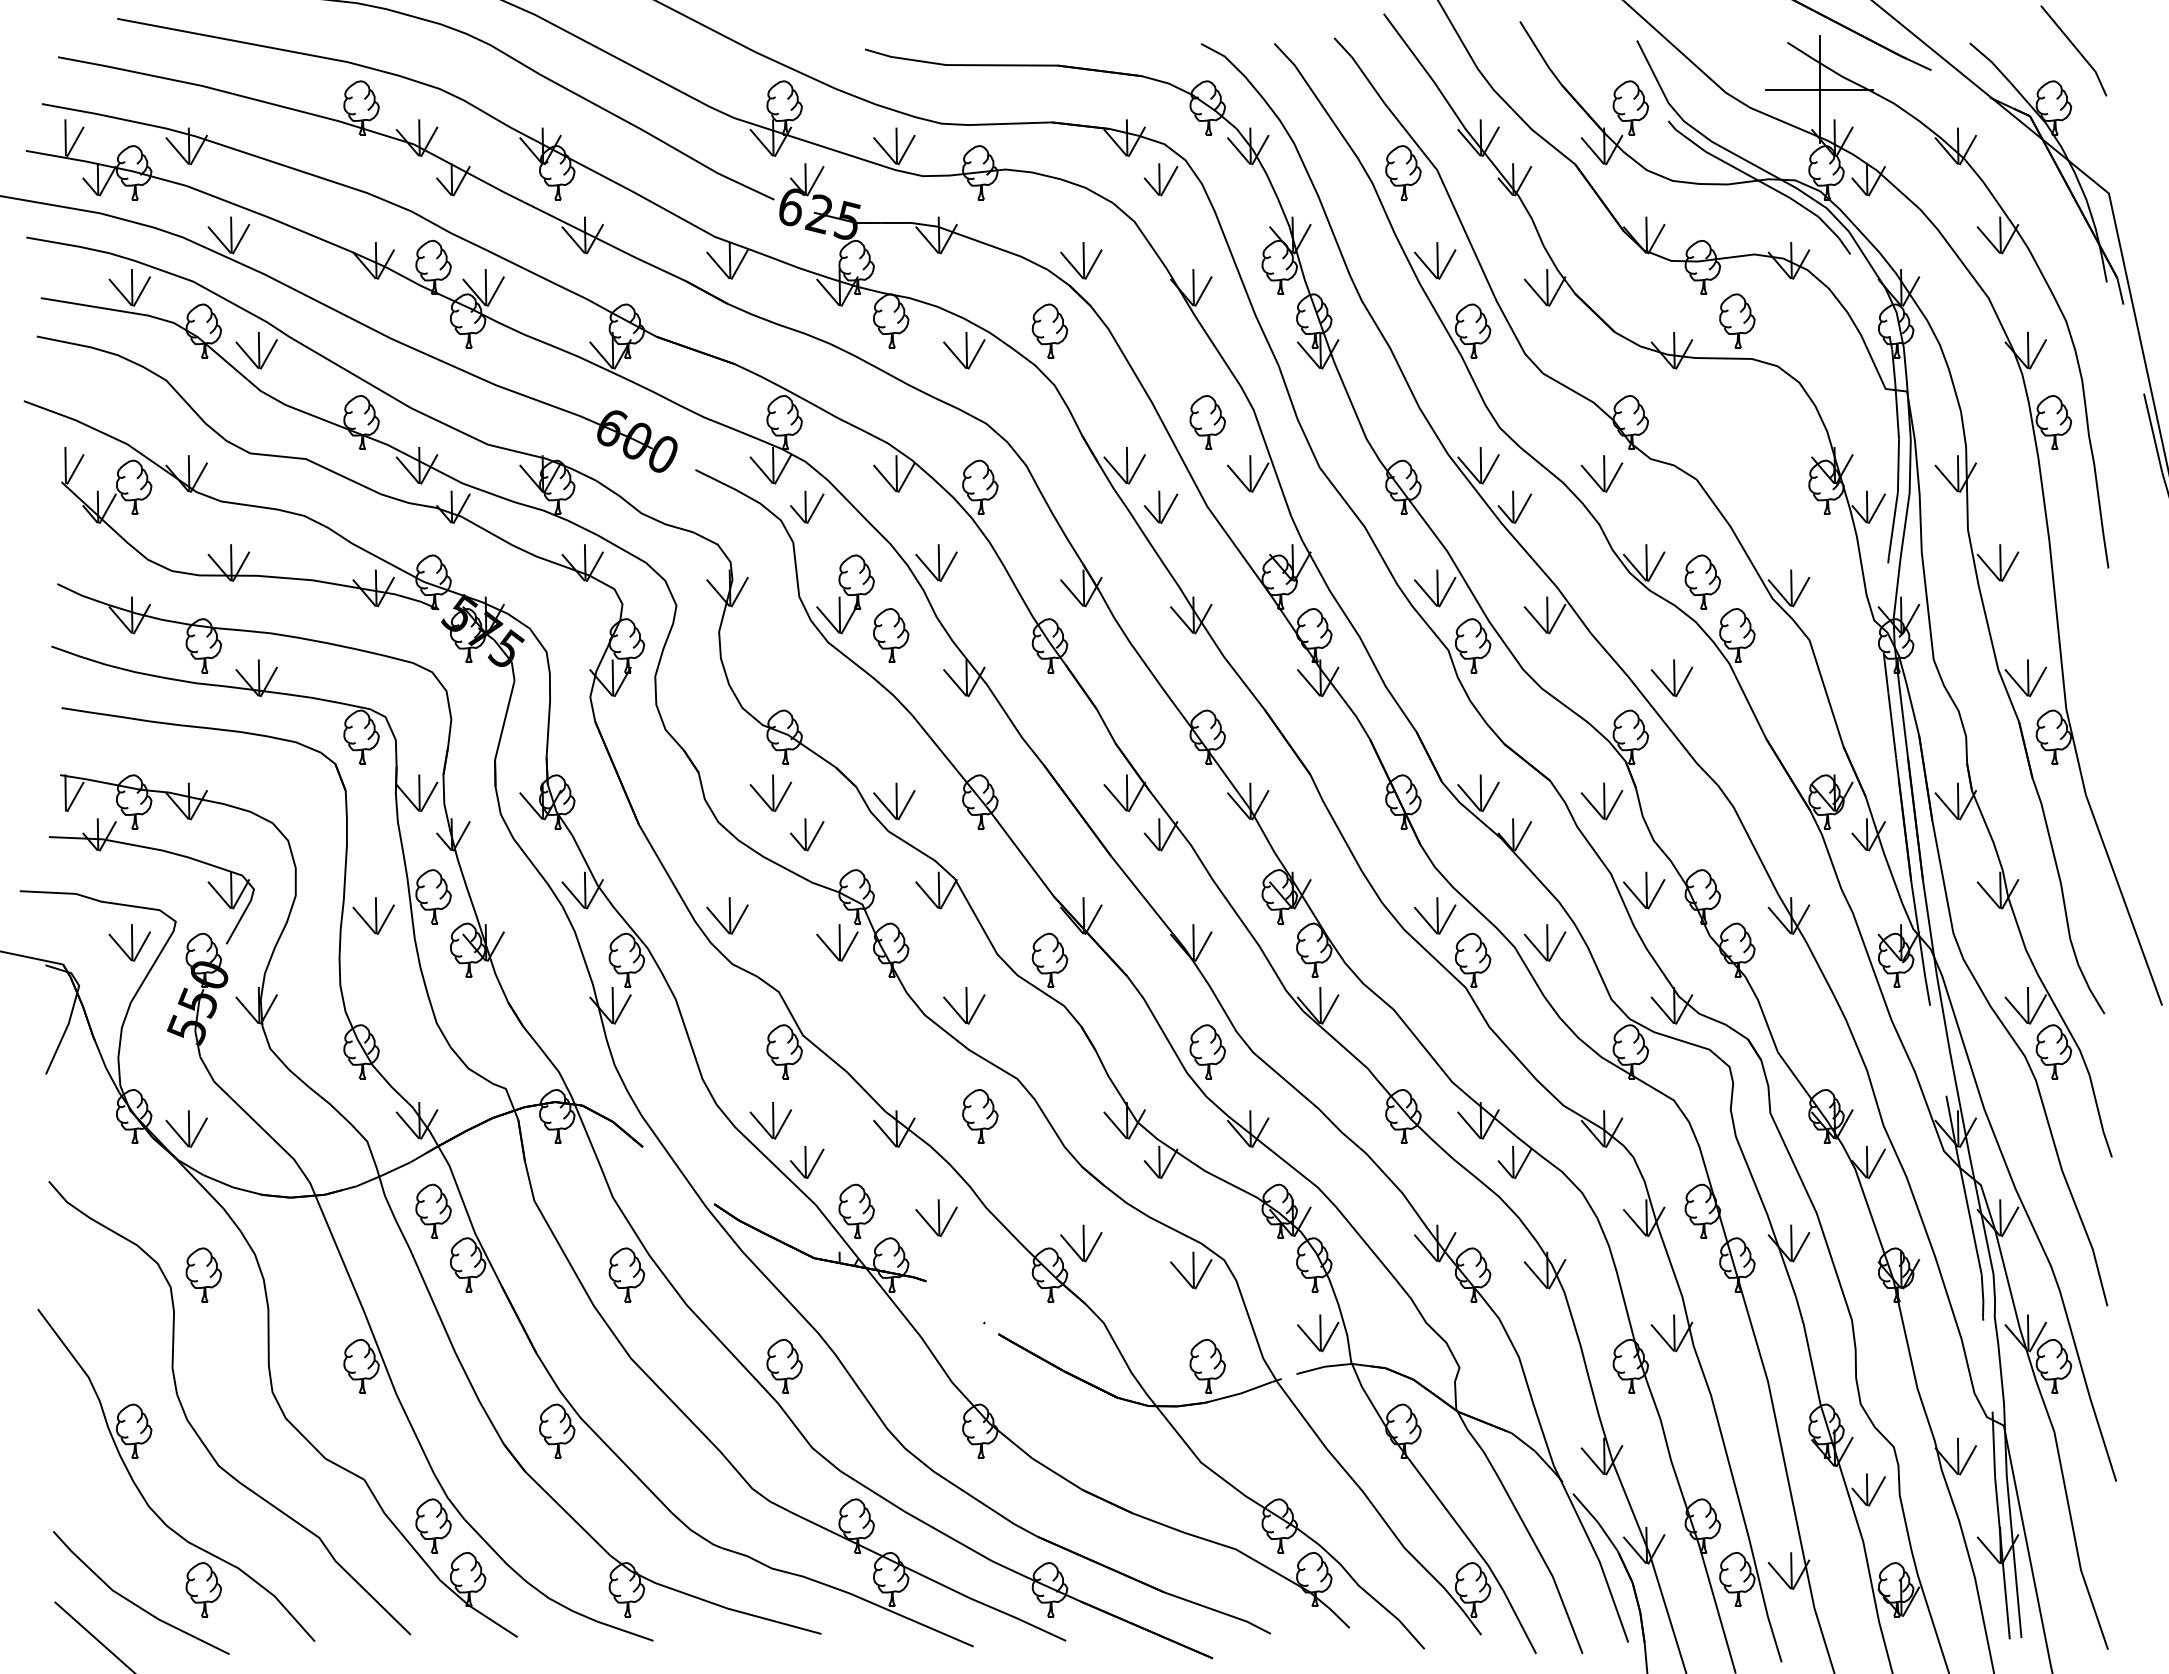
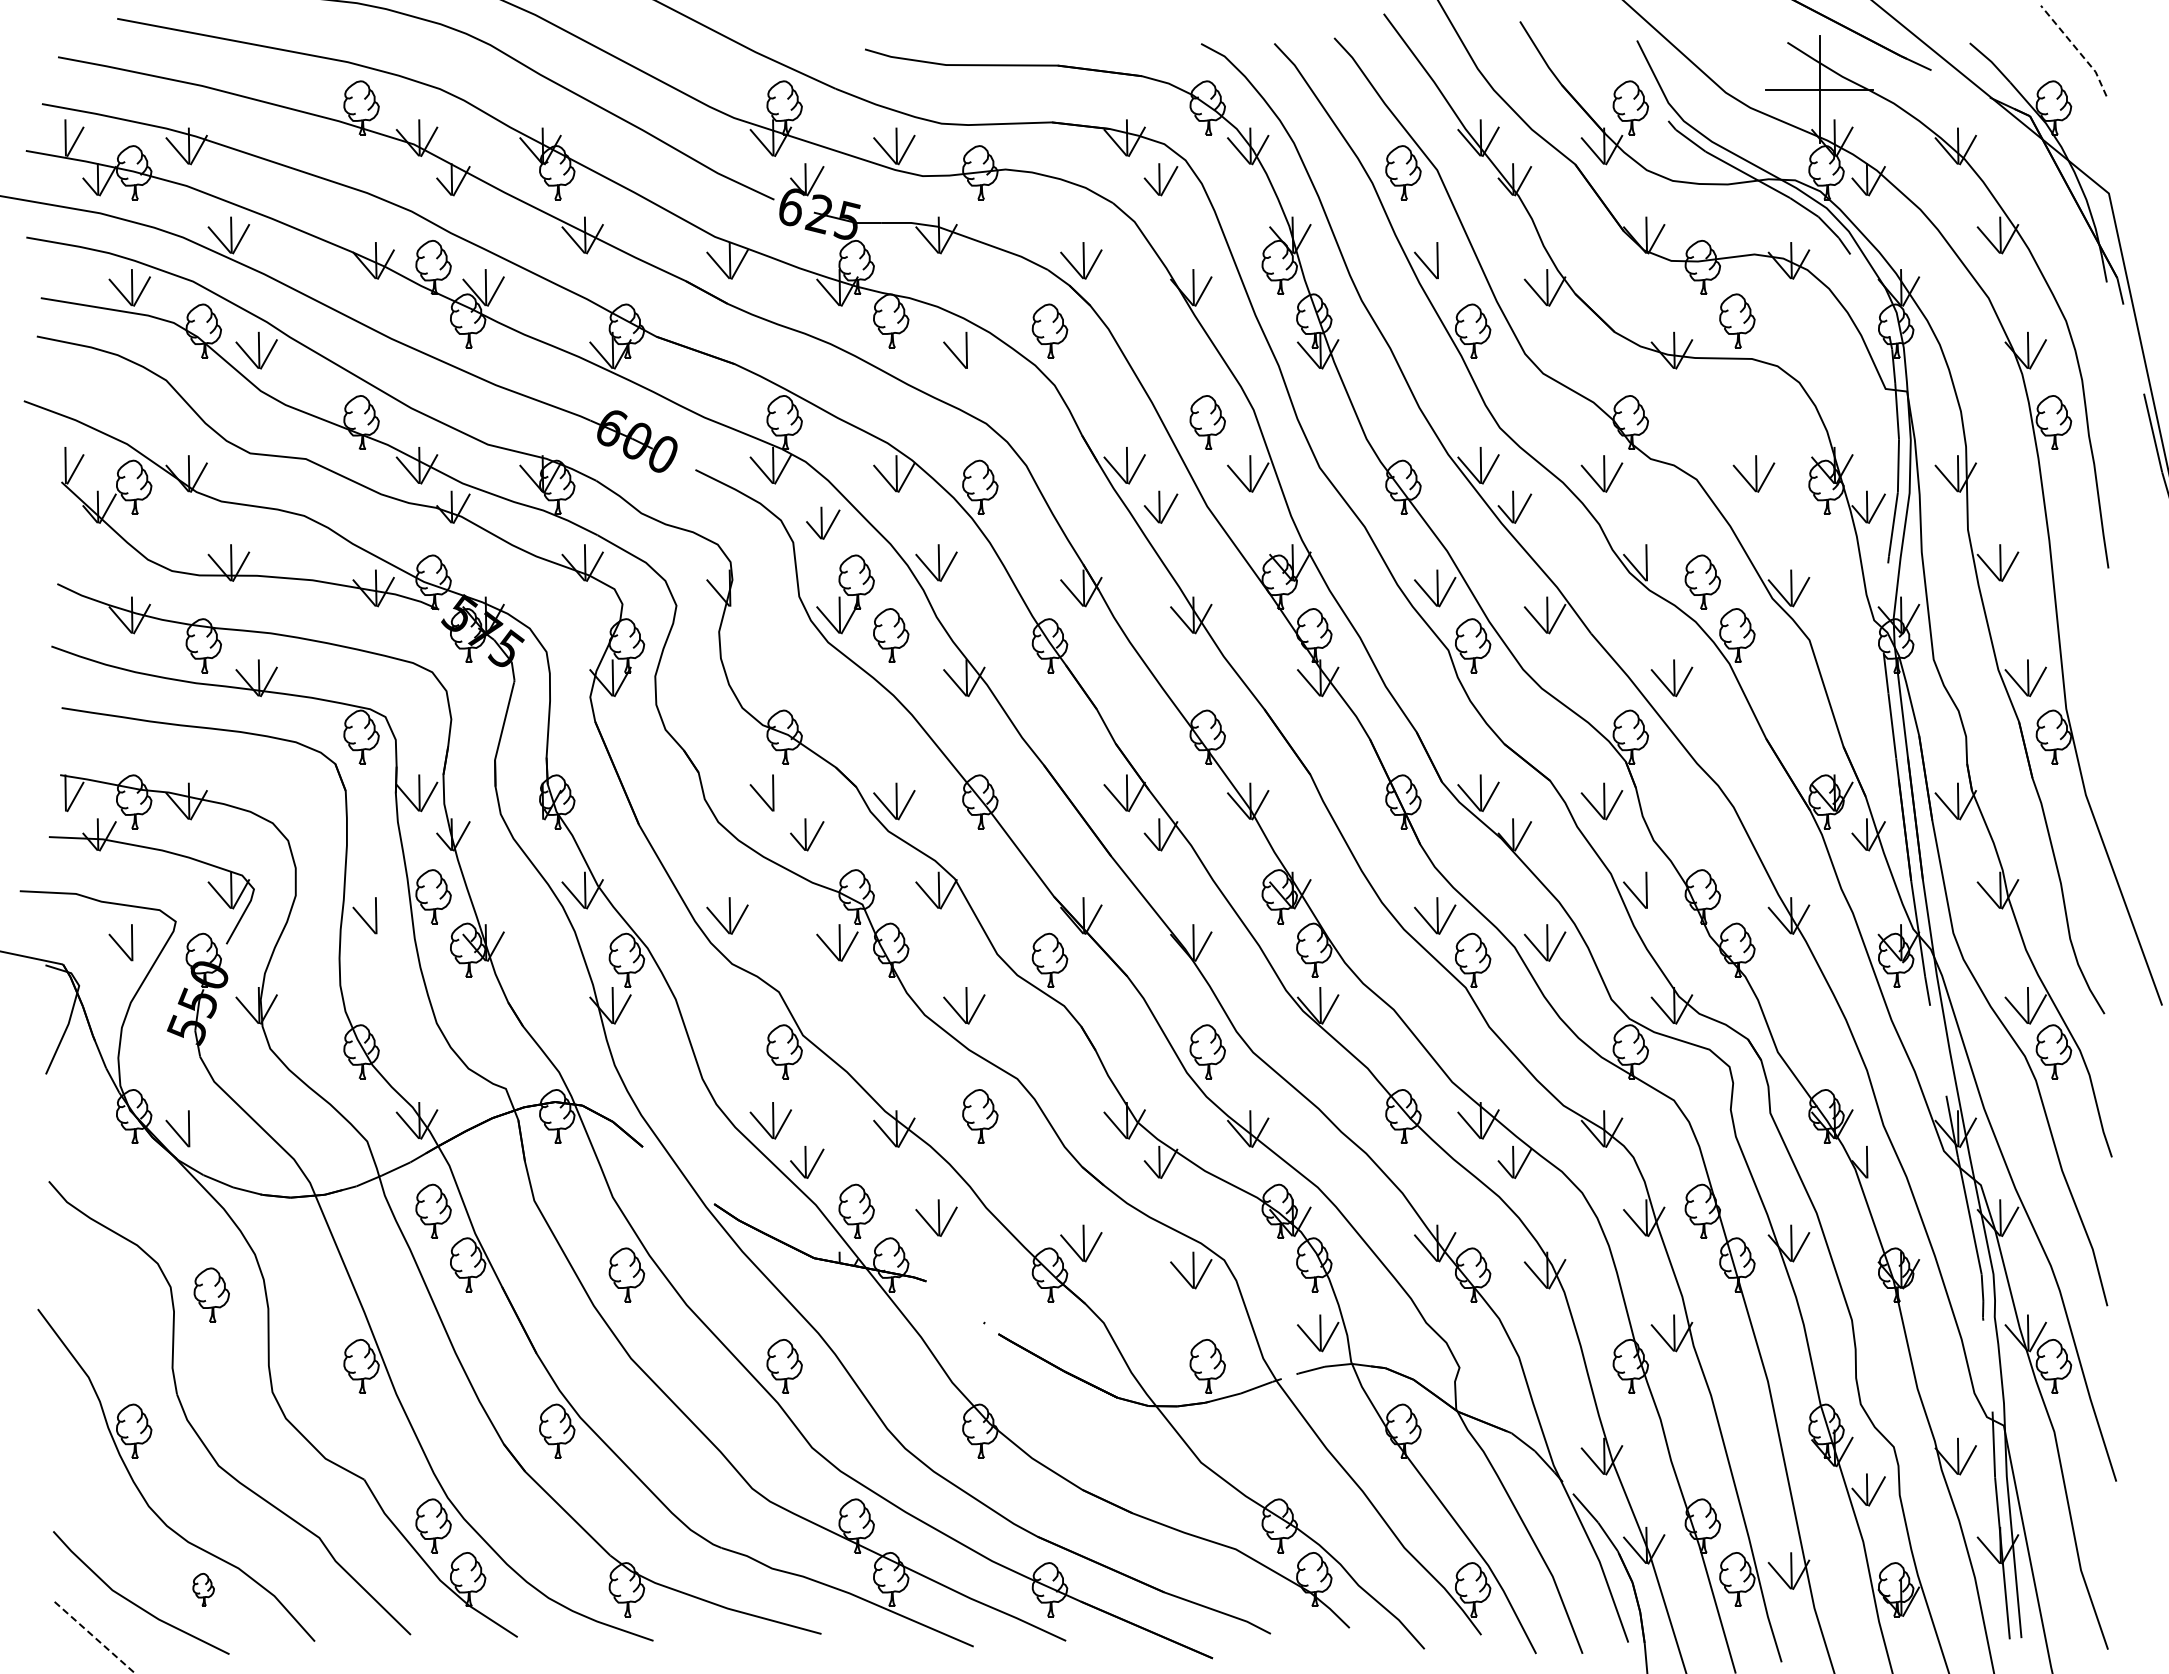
line at (2077, 49): solid -> dashed
line at (1447, 264): present -> none
line at (976, 354): present -> none
part at (1753, 473): none -> present
part at (807, 506) position: (807, 506) -> (823, 522)
line at (1656, 566): present -> none
line at (739, 591): present -> none
line at (783, 796): present -> none
line at (530, 805): present -> none
line at (1656, 894): present -> none
line at (385, 919): present -> none
line at (141, 946): present -> none
line at (198, 1132): present -> none
line at (1876, 1163): present -> none
part at (203, 1274) position: (203, 1274) -> (211, 1294)
part at (203, 1589) size: 37x56 px -> 23x34 px
line at (95, 1638): solid -> dashed
